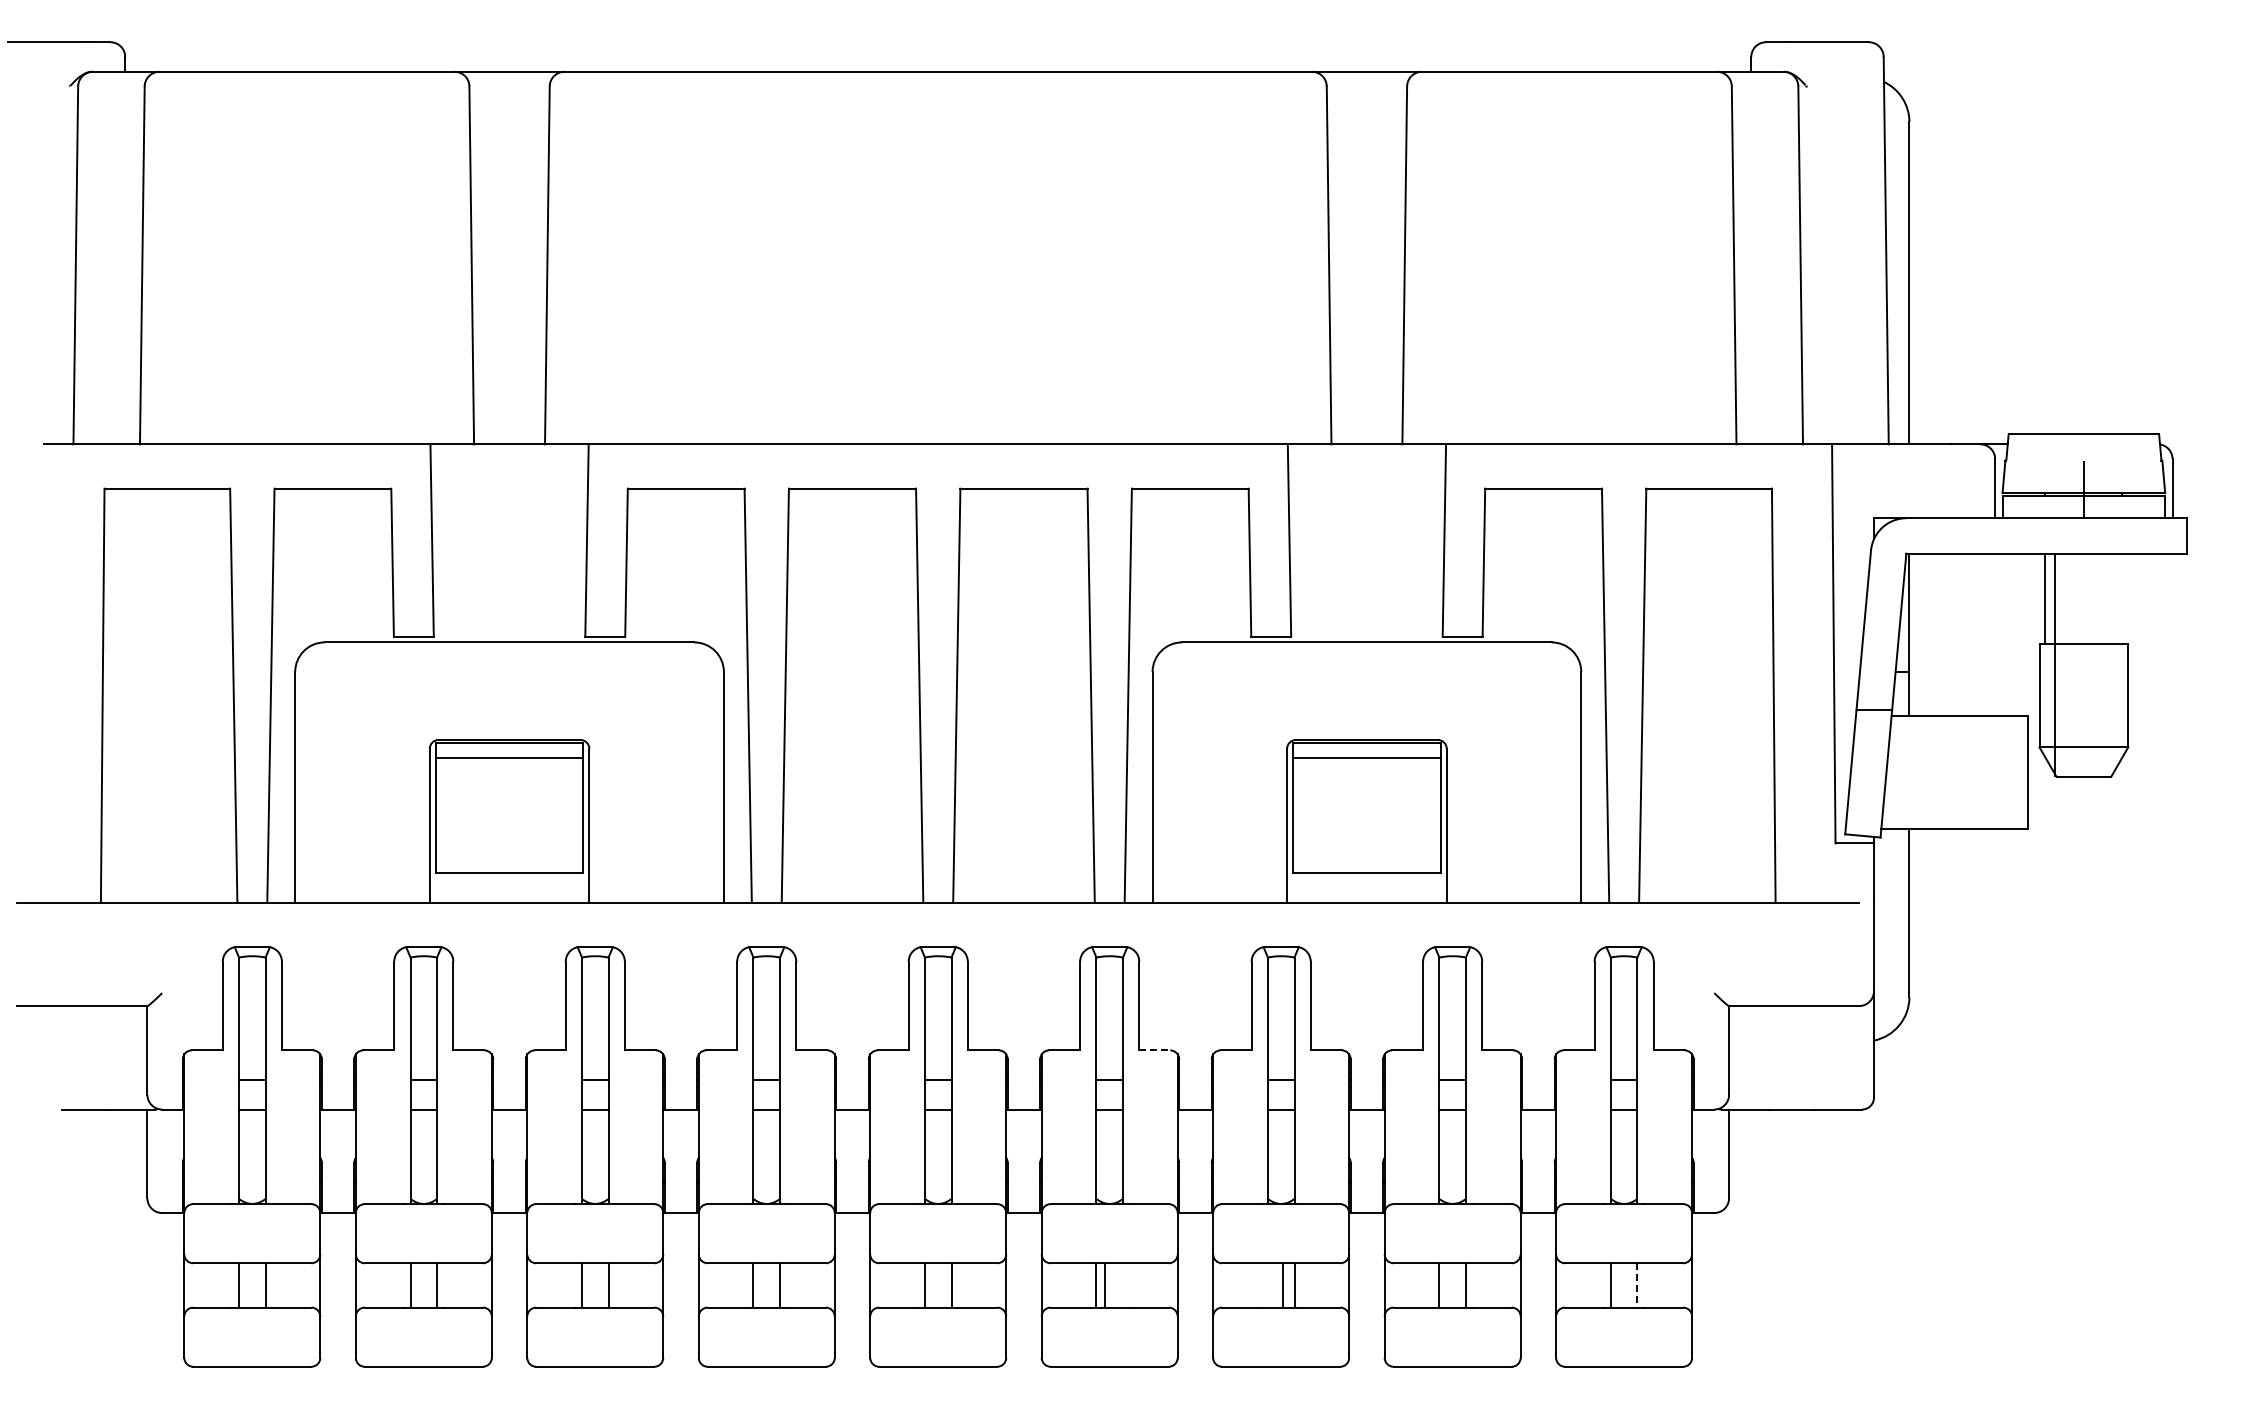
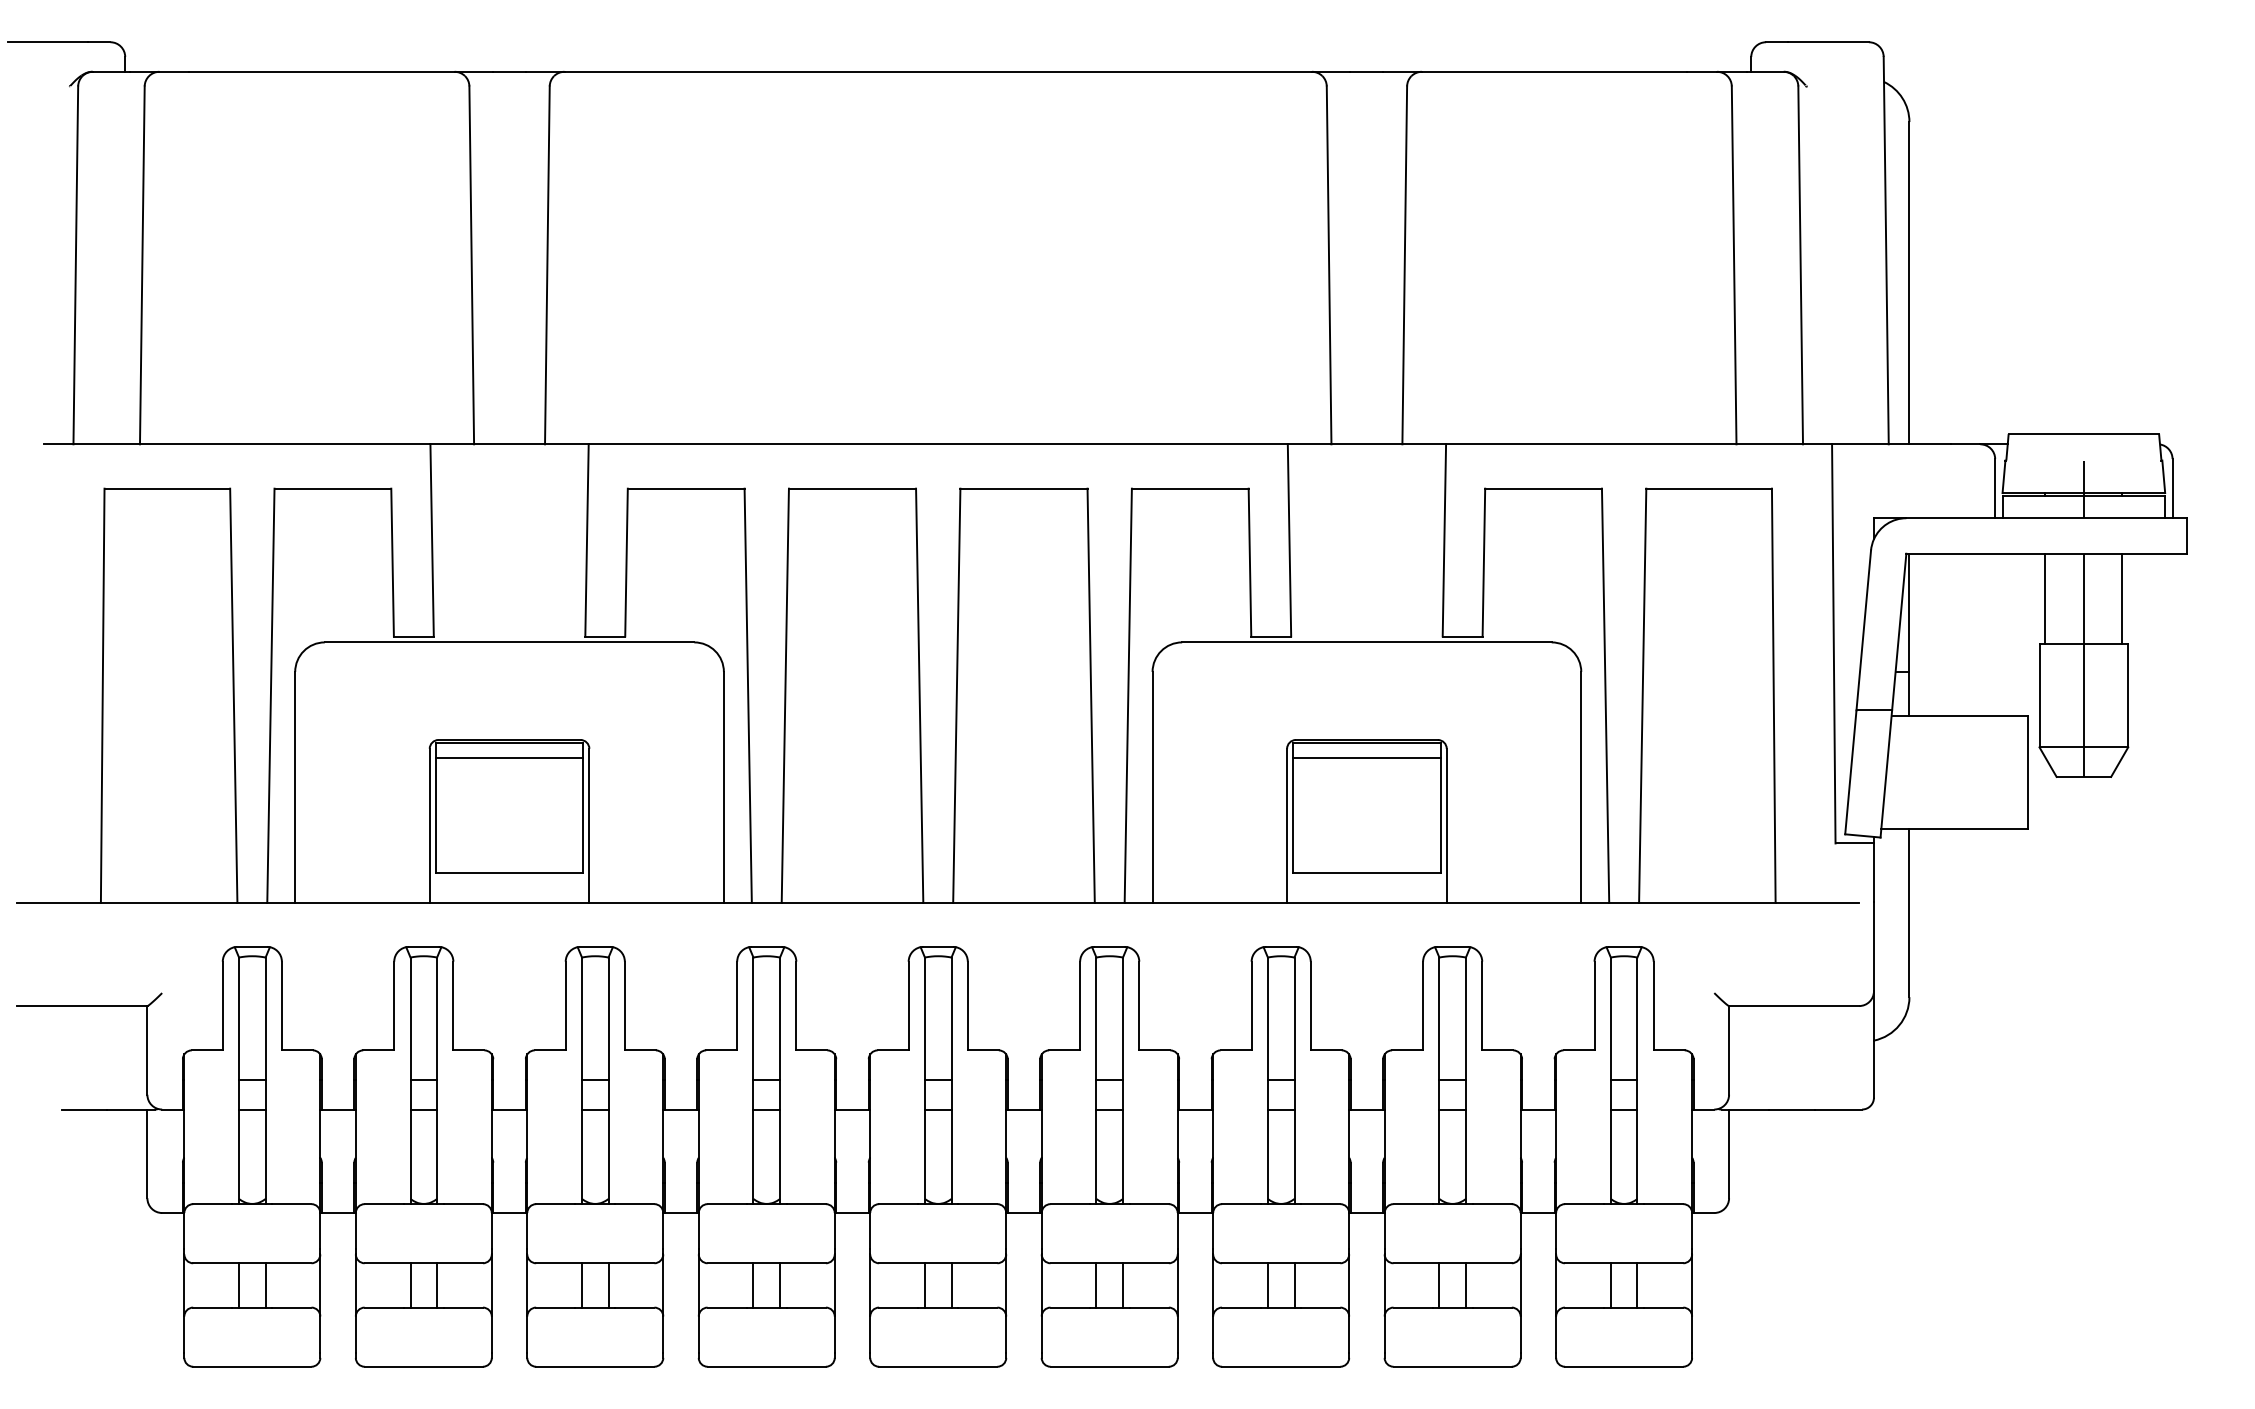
line at (2122, 598): none -> present
line at (2054, 664) position: (2054, 664) -> (2083, 664)
line at (1154, 1050): dashed -> solid
line at (1105, 1285) position: (1105, 1285) -> (1123, 1285)
line at (1282, 1285) position: (1282, 1285) -> (1267, 1285)
line at (1637, 1285): dashed -> solid
